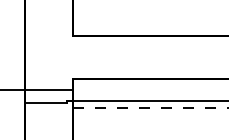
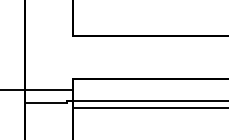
line at (151, 108): dashed -> solid
